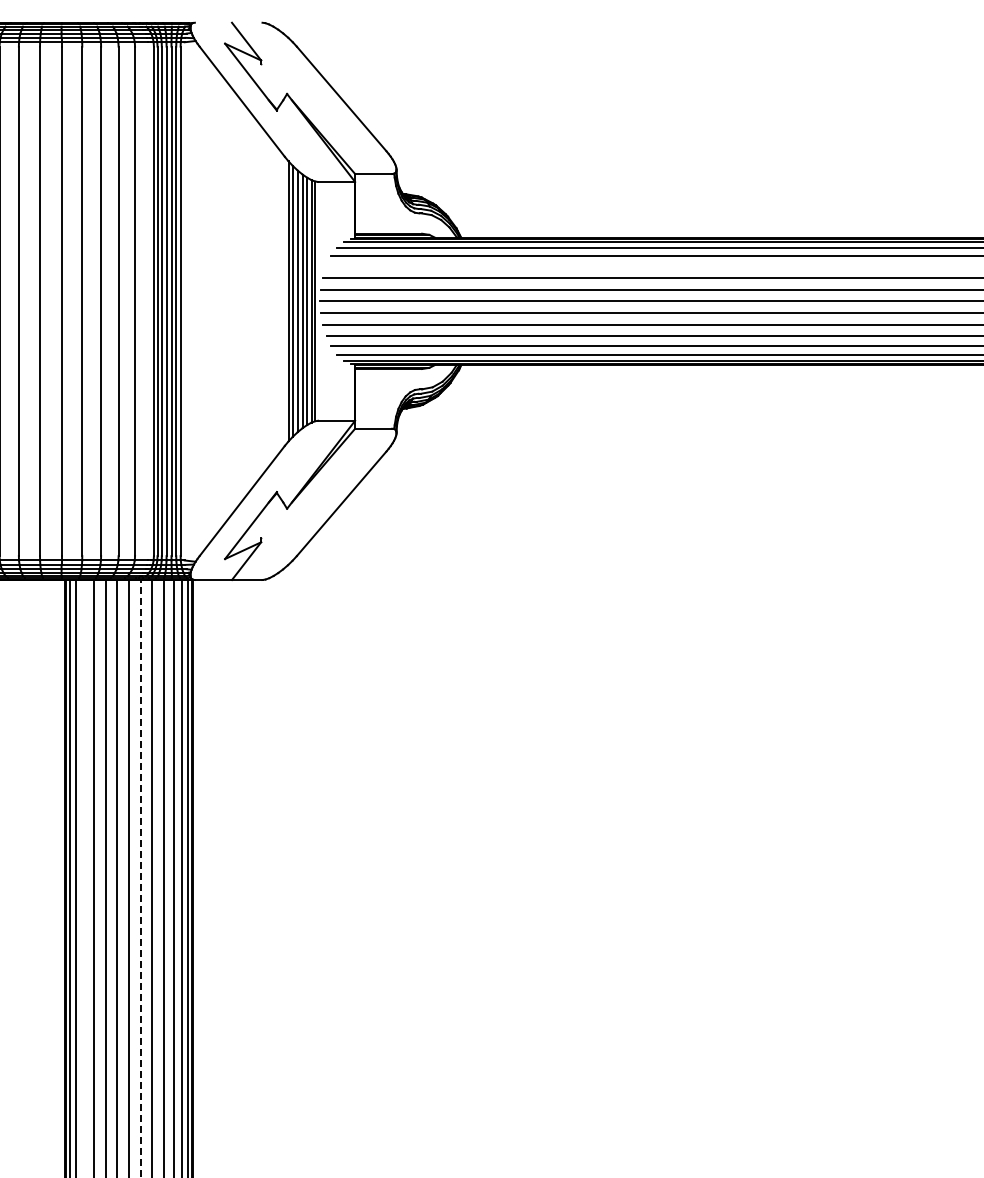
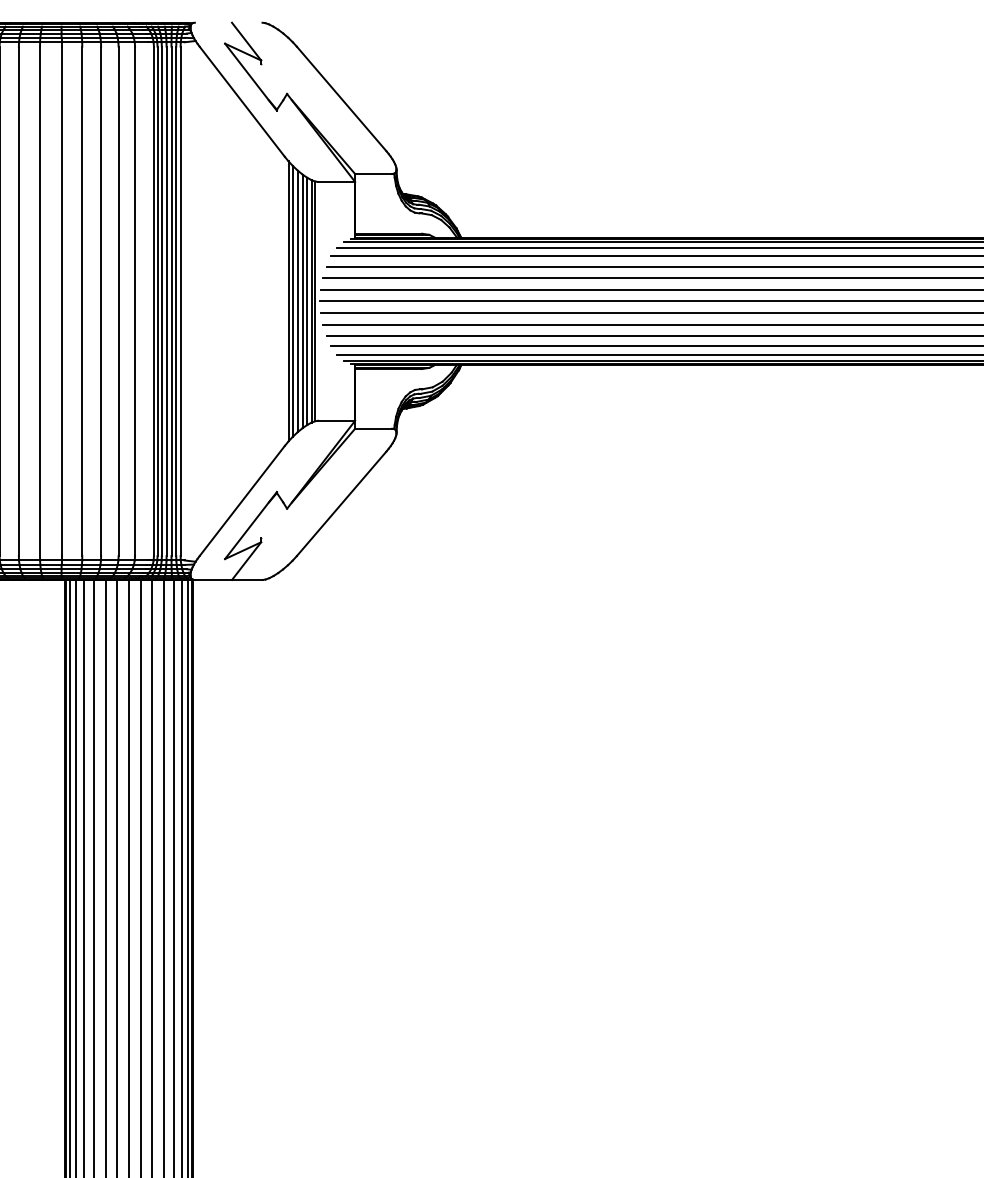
line at (653, 266): none -> present
line at (83, 877): none -> present
line at (140, 878): dashed -> solid
